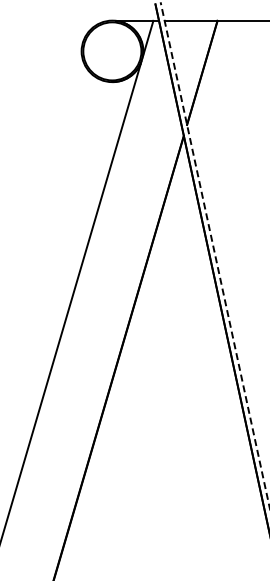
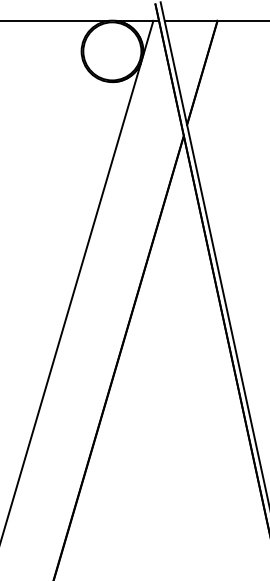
line at (55, 20): none -> present
line at (215, 255): dashed -> solid
